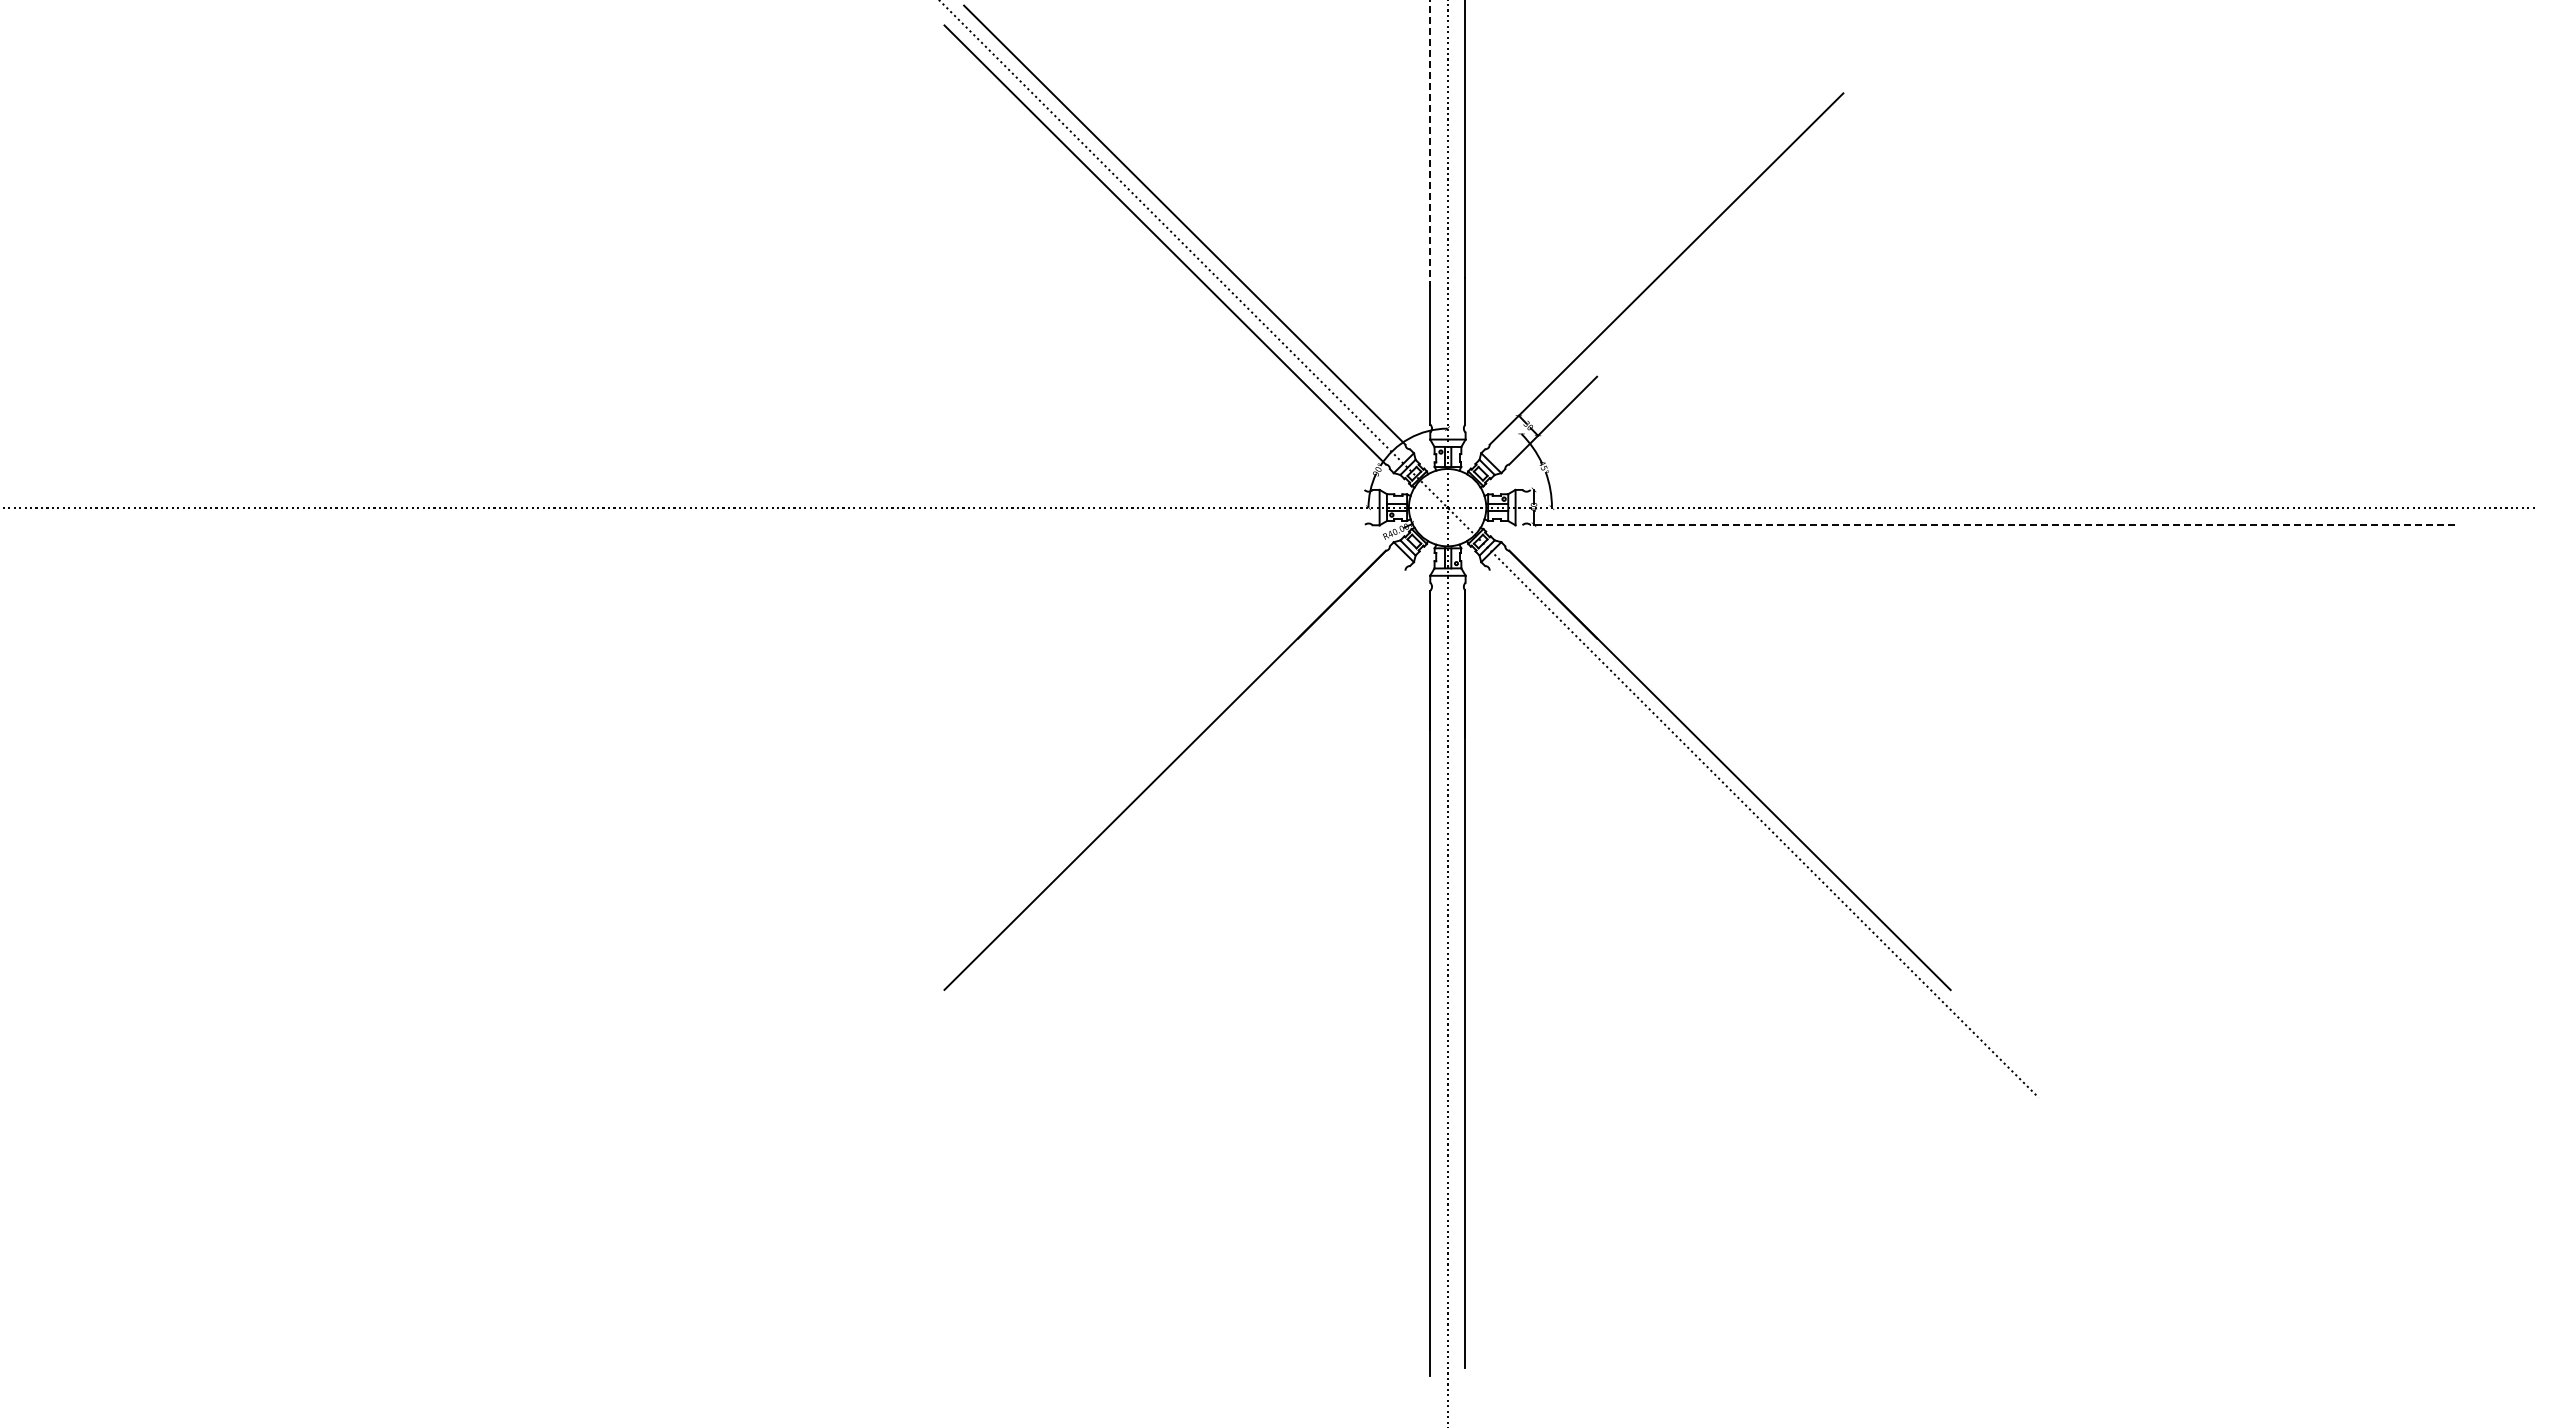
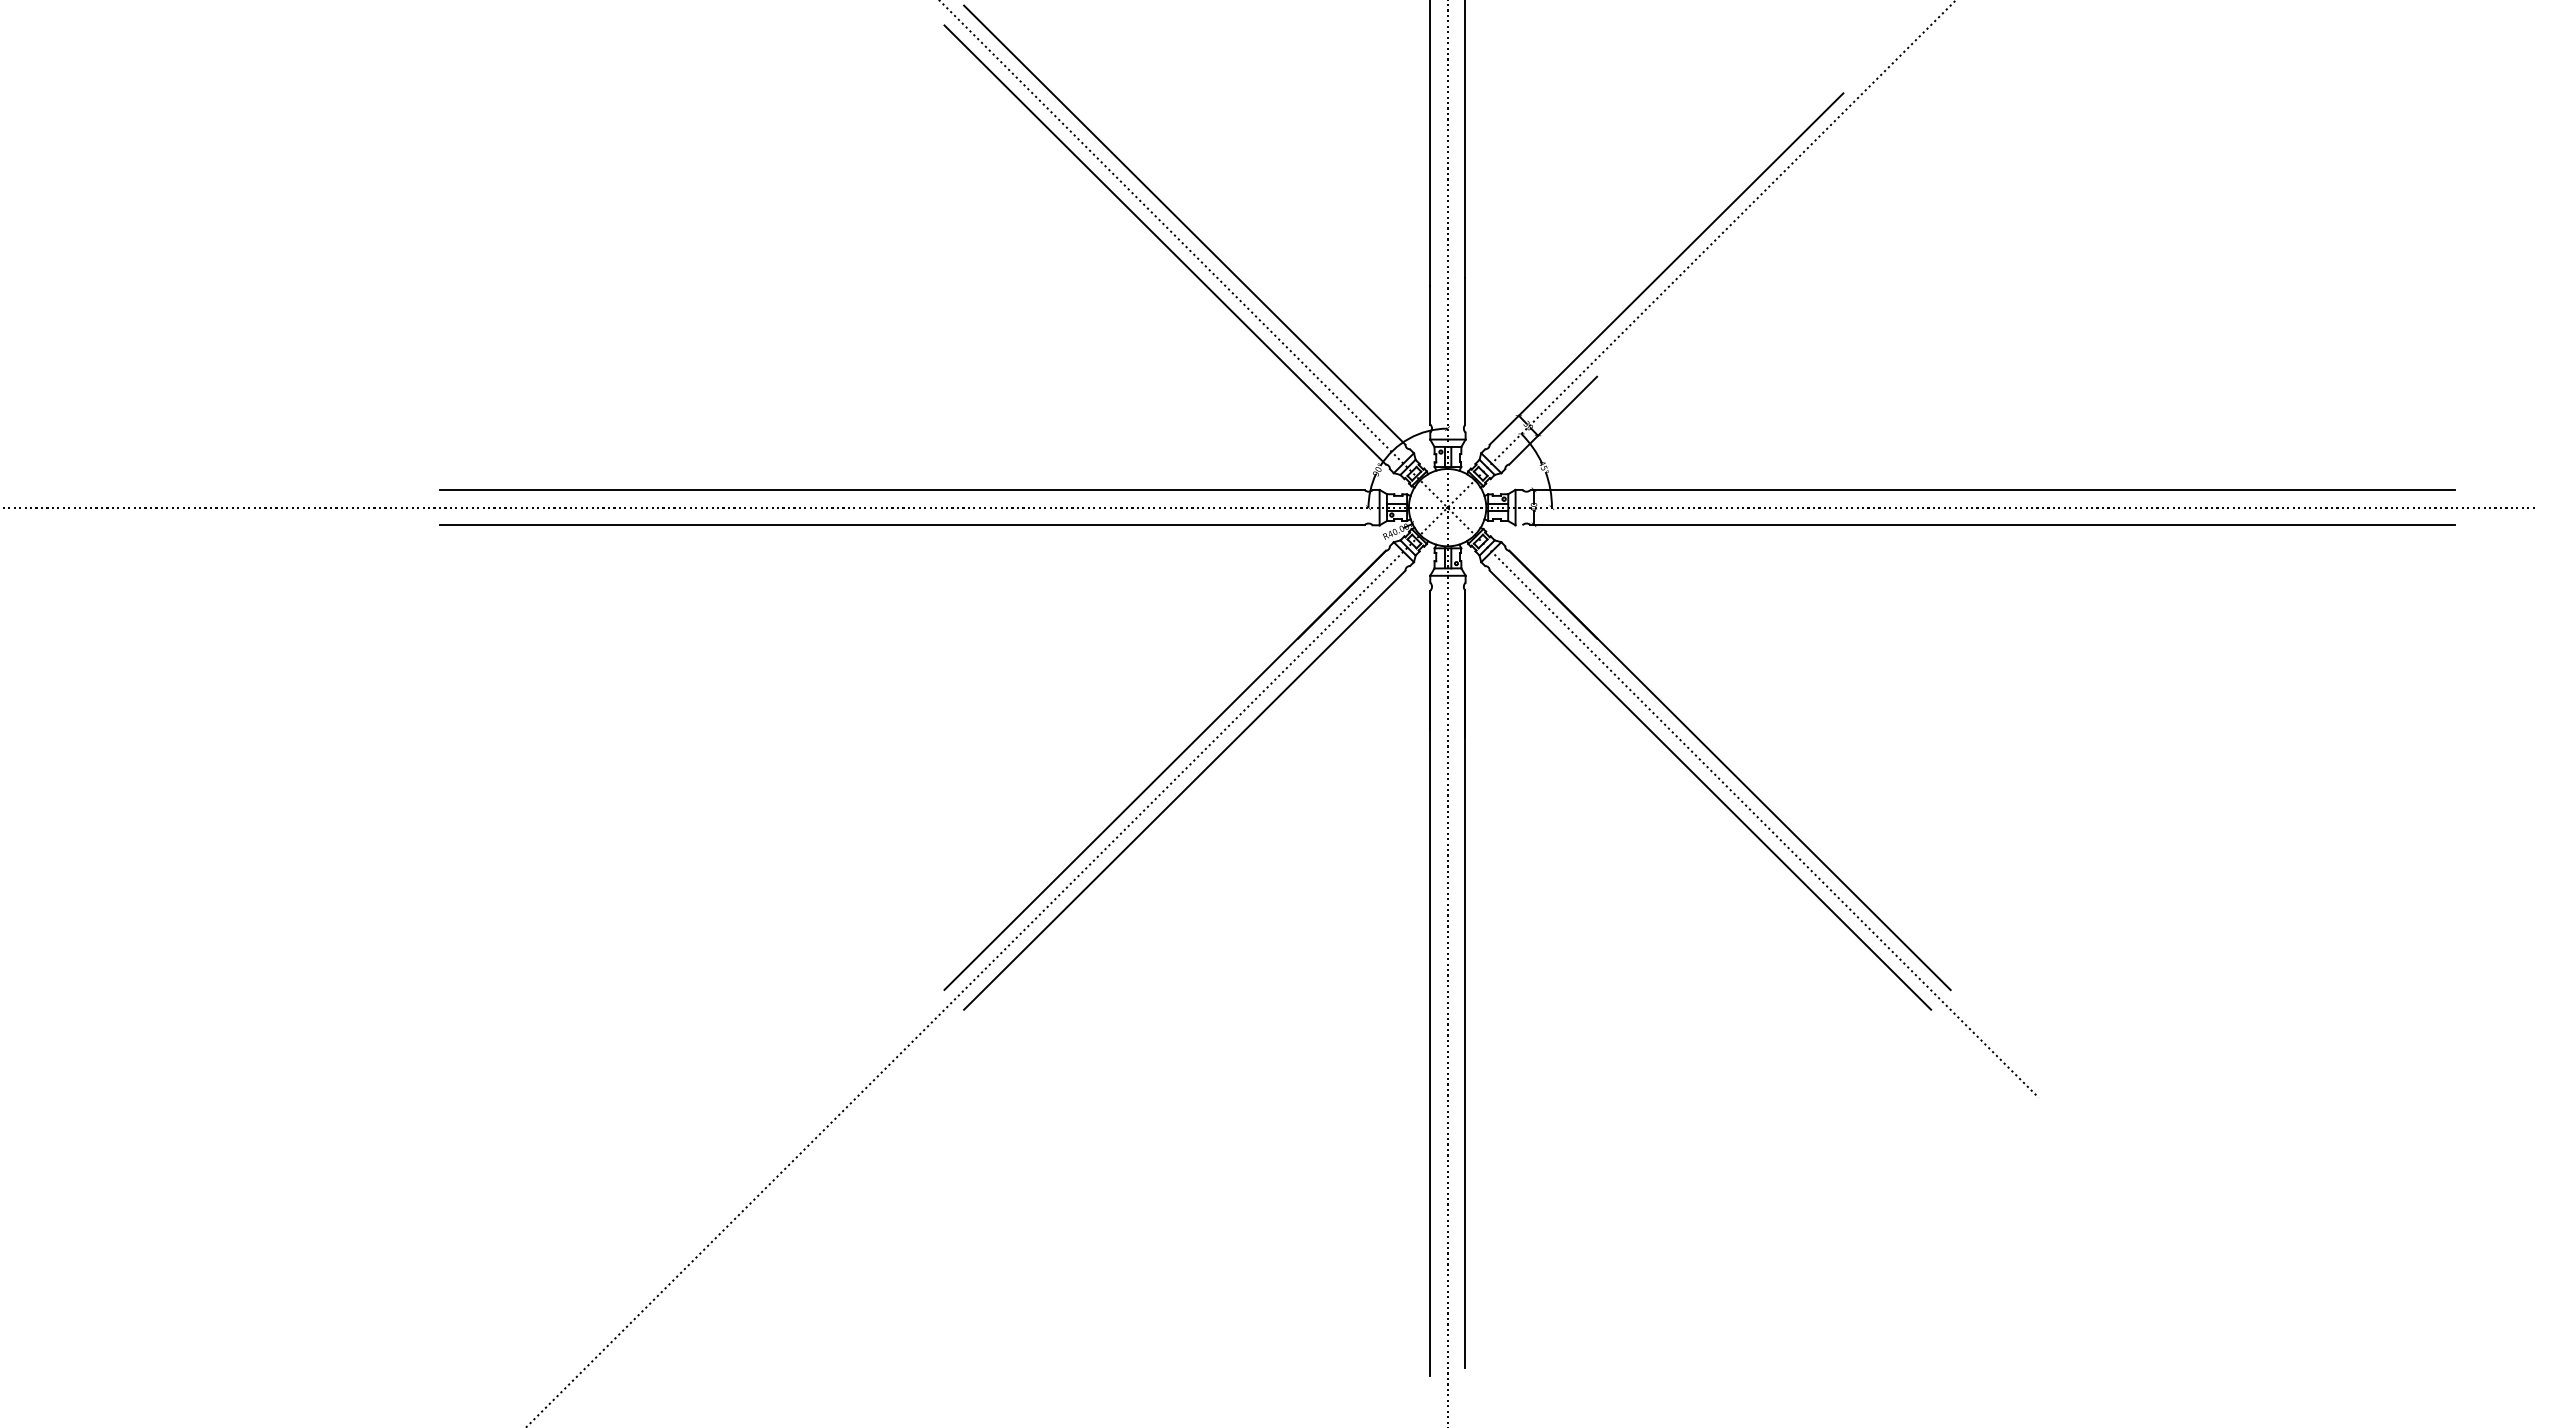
line at (1430, 143): dashed -> solid
line at (902, 489): none -> present
line at (1992, 489): none -> present
line at (901, 524): none -> present
line at (1992, 524): dashed -> solid
line at (1240, 713): none -> present
line at (1184, 789): none -> present
line at (1710, 789): none -> present
